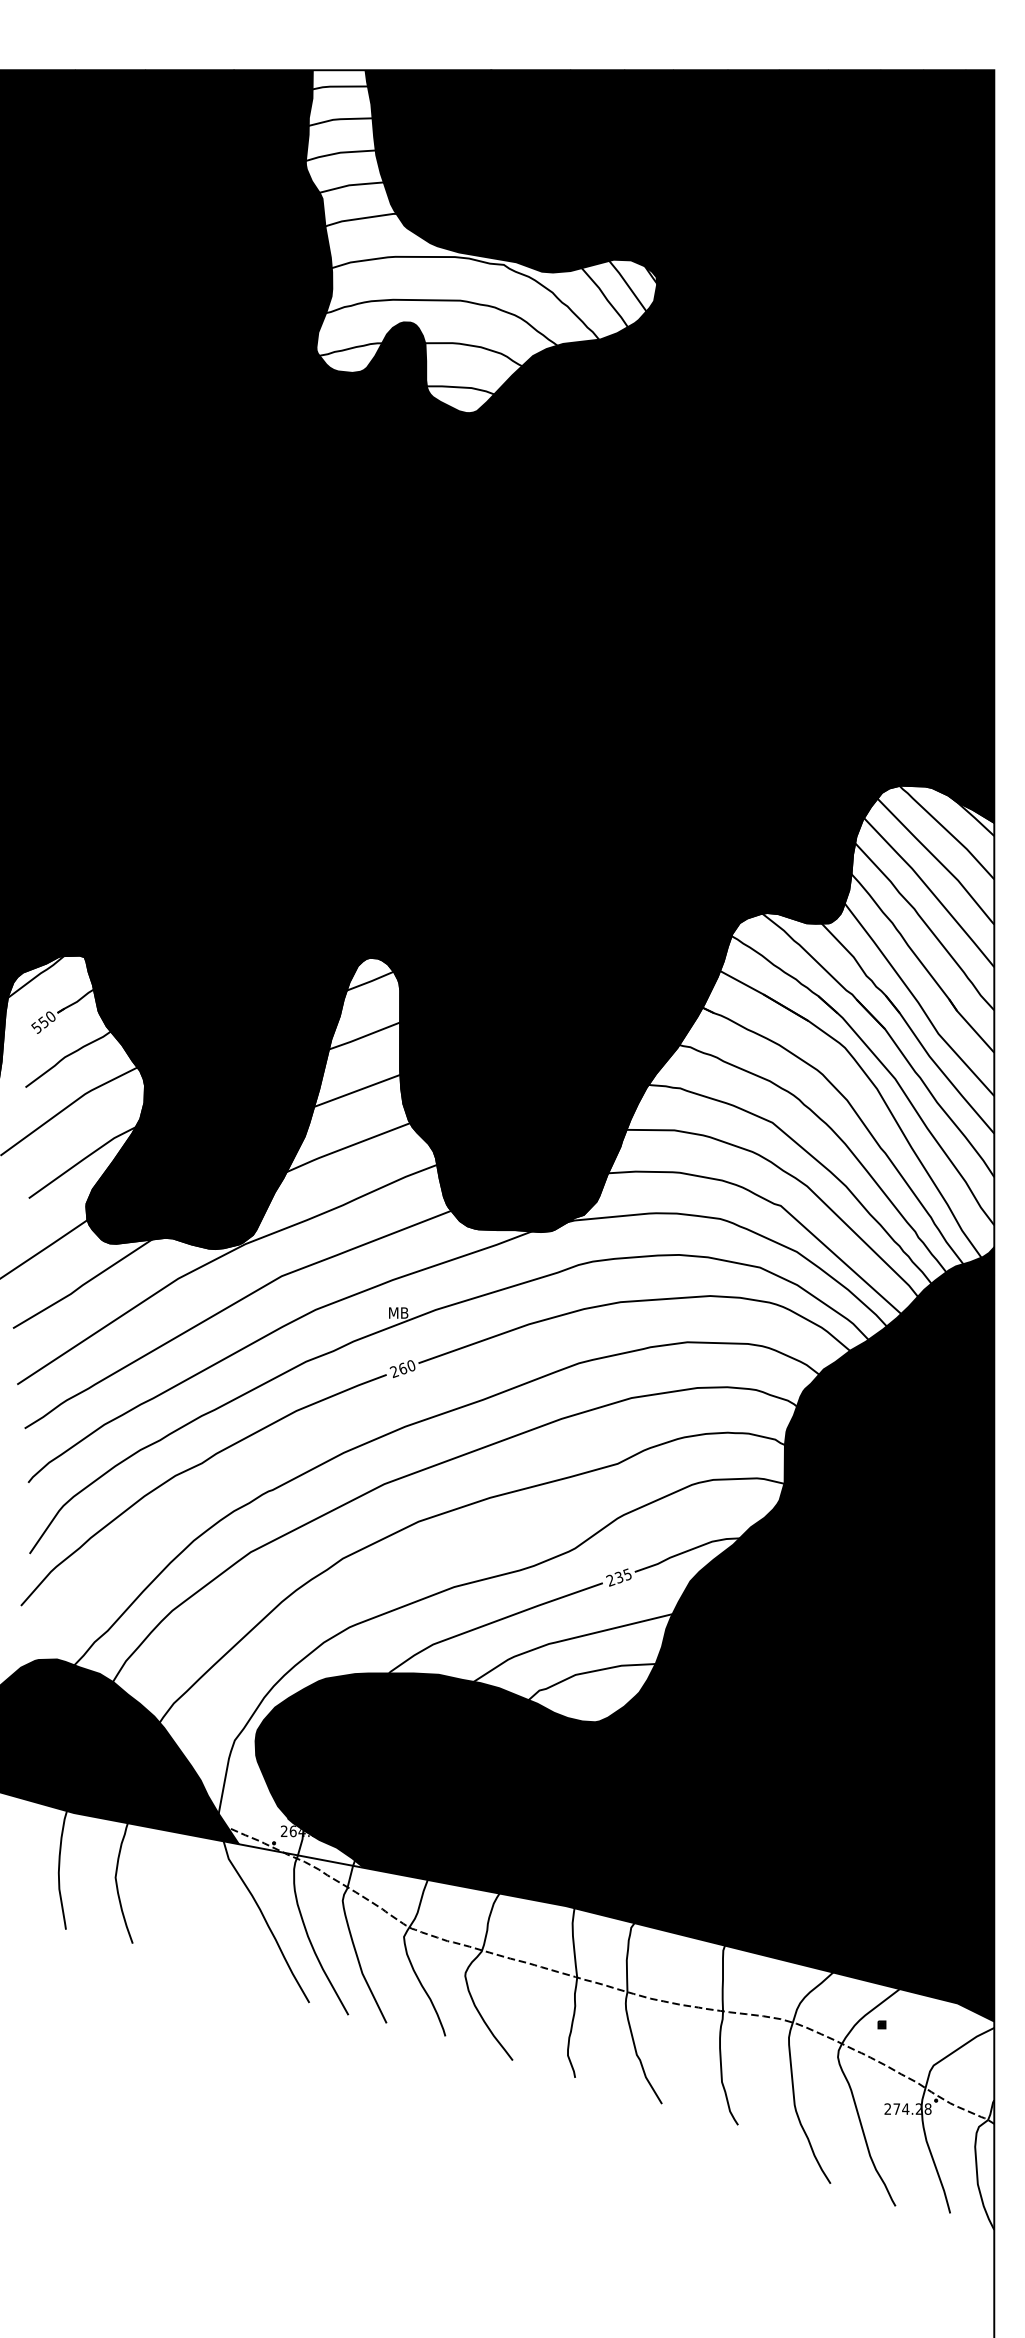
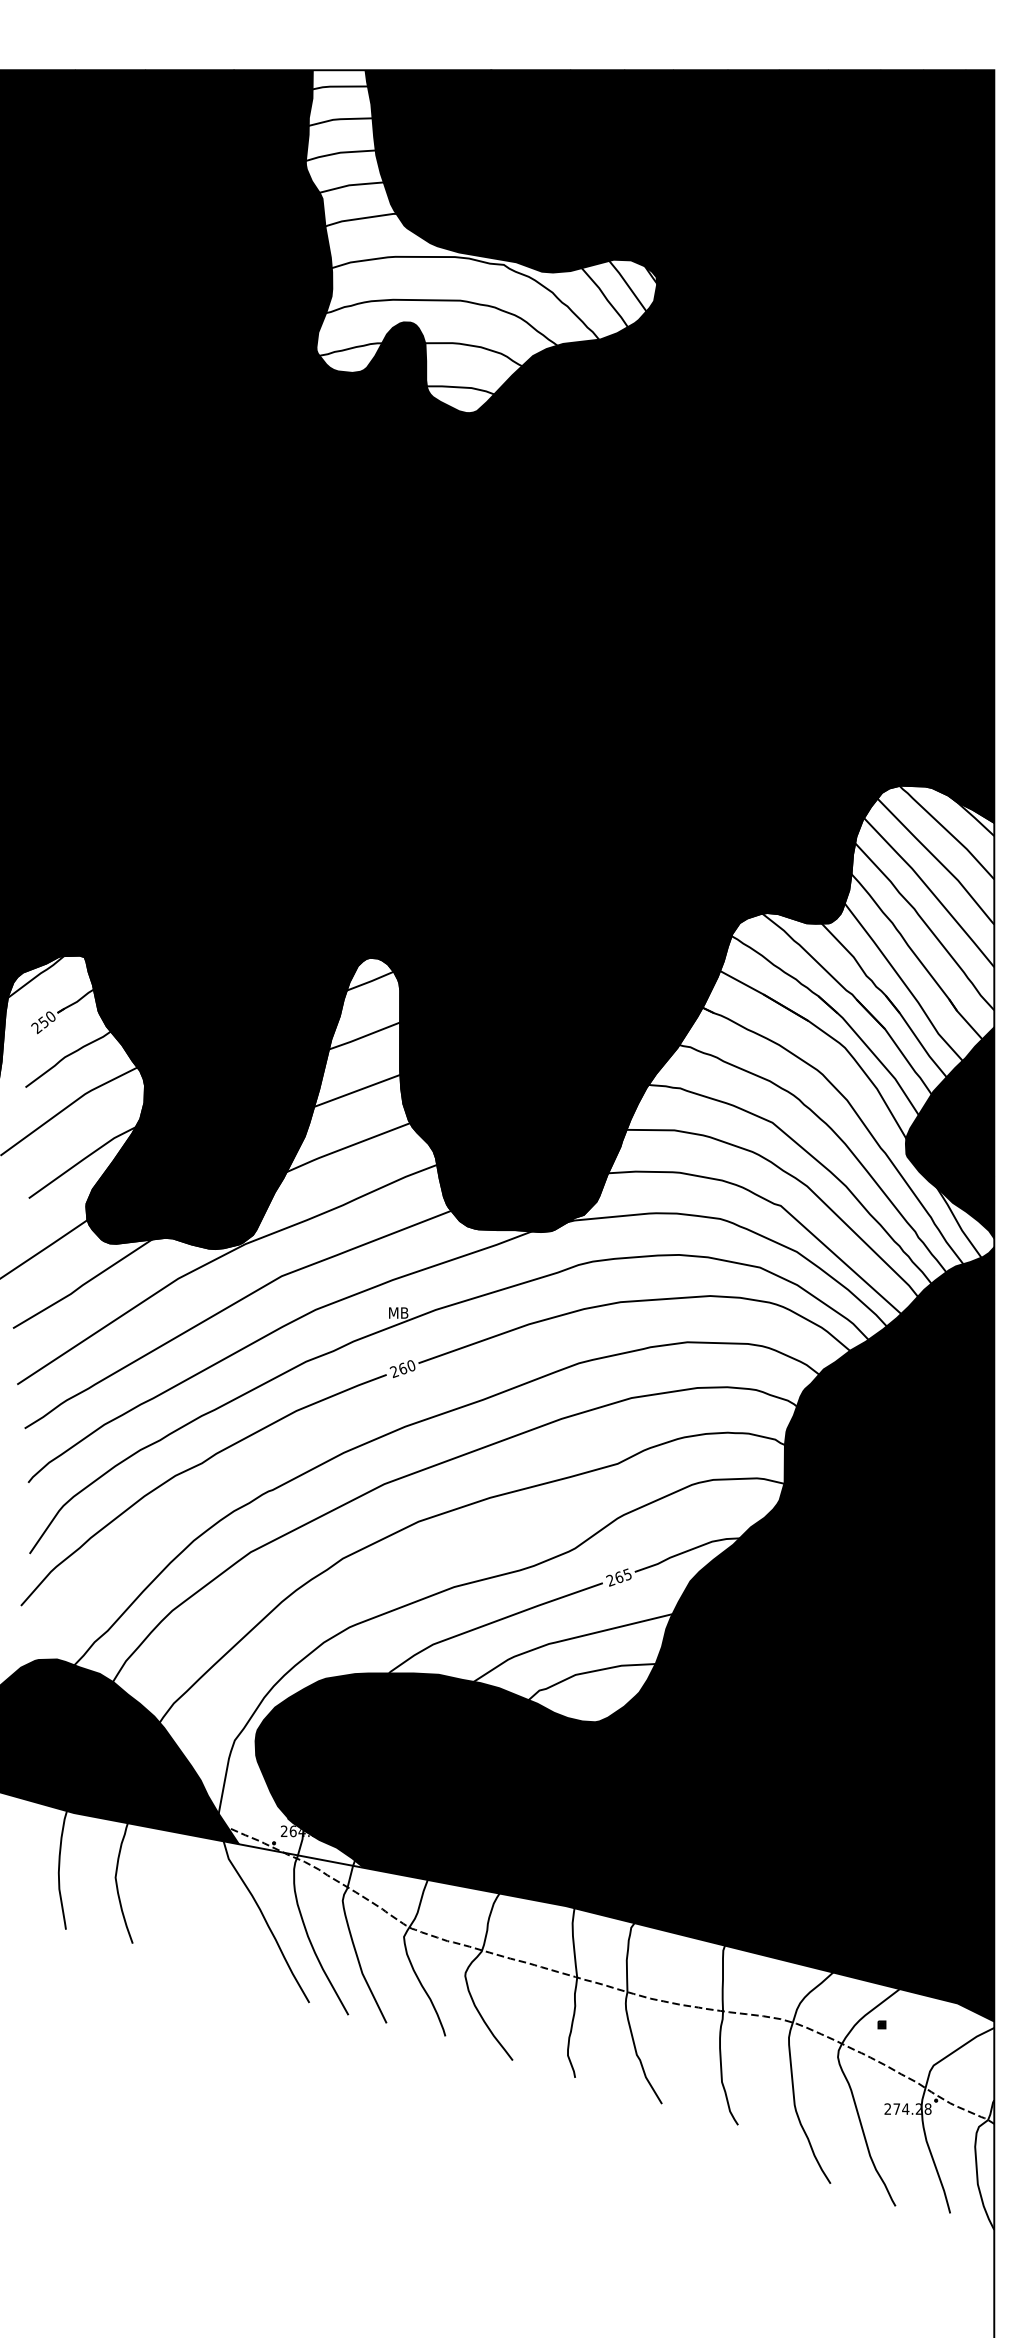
text at (36, 1028): 550 -> 250
fill at (949, 1133): none -> present
text at (618, 1577): 235 -> 265
